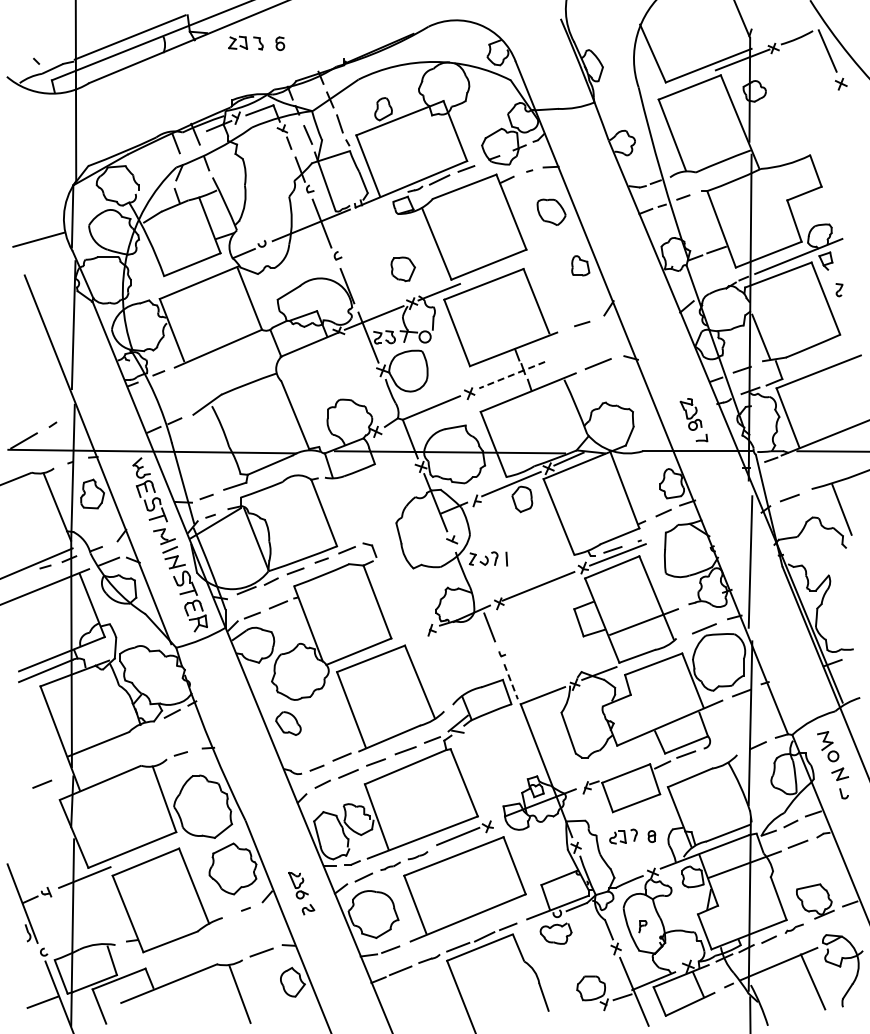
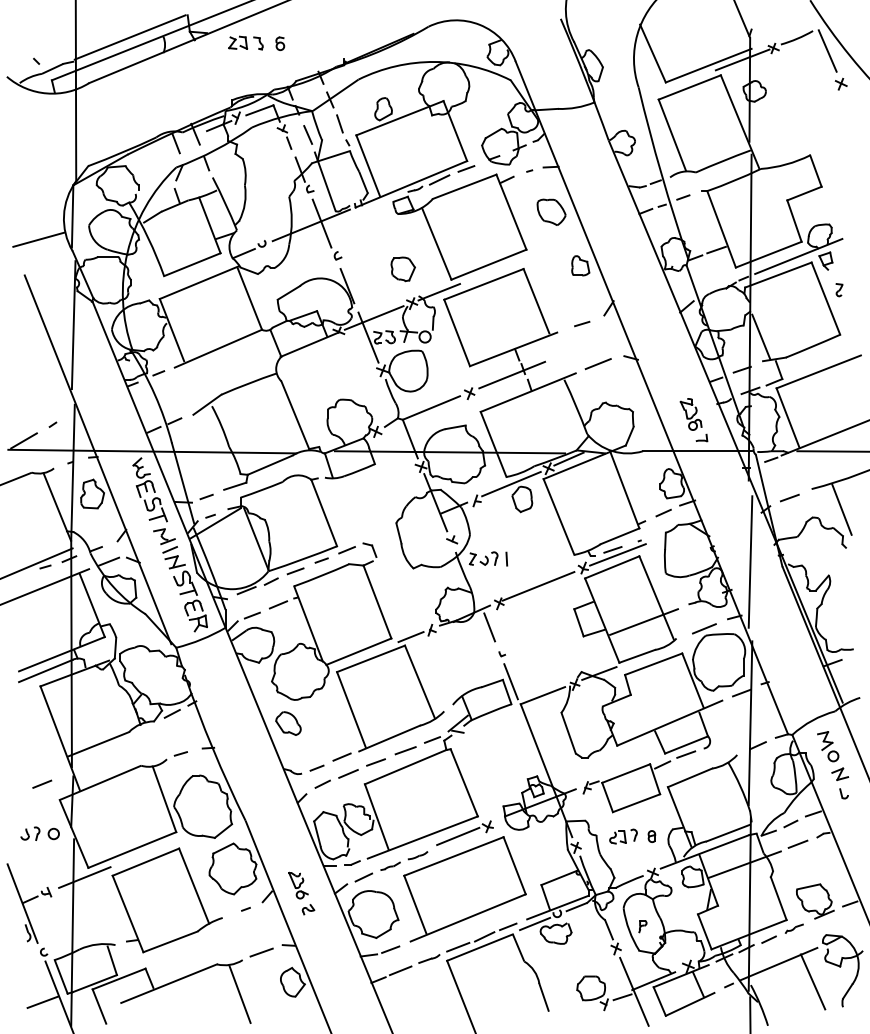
line at (511, 375): dashed -> solid
line at (410, 637): none -> present
line at (511, 681): dashed -> solid
part at (39, 833): none -> present
line at (535, 923): none -> present
